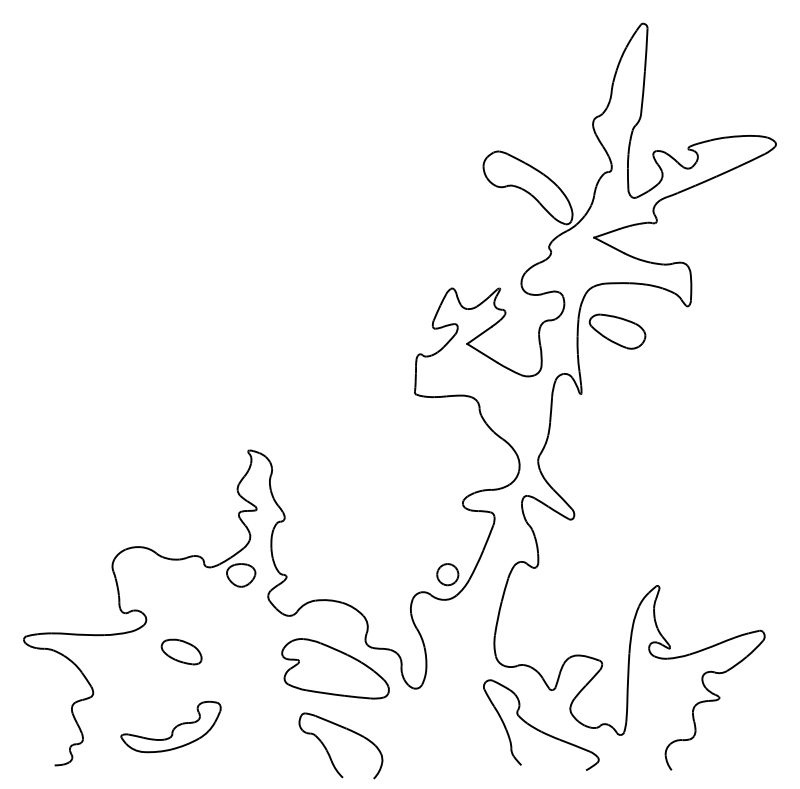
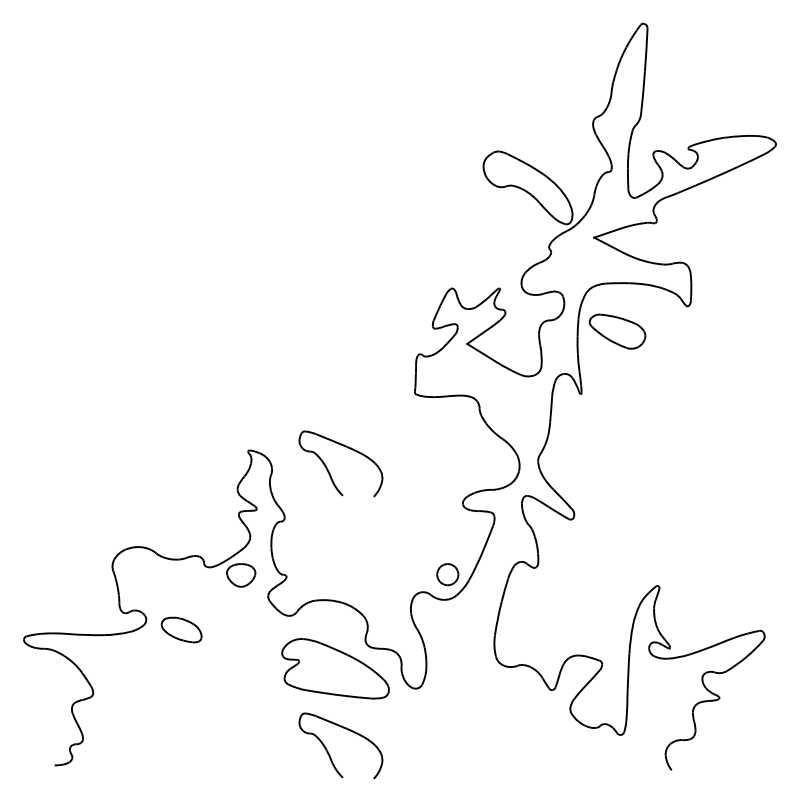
part at (328, 469): none -> present
part at (181, 651) position: (181, 651) -> (181, 629)
part at (541, 724): present -> none
part at (170, 726): present -> none
